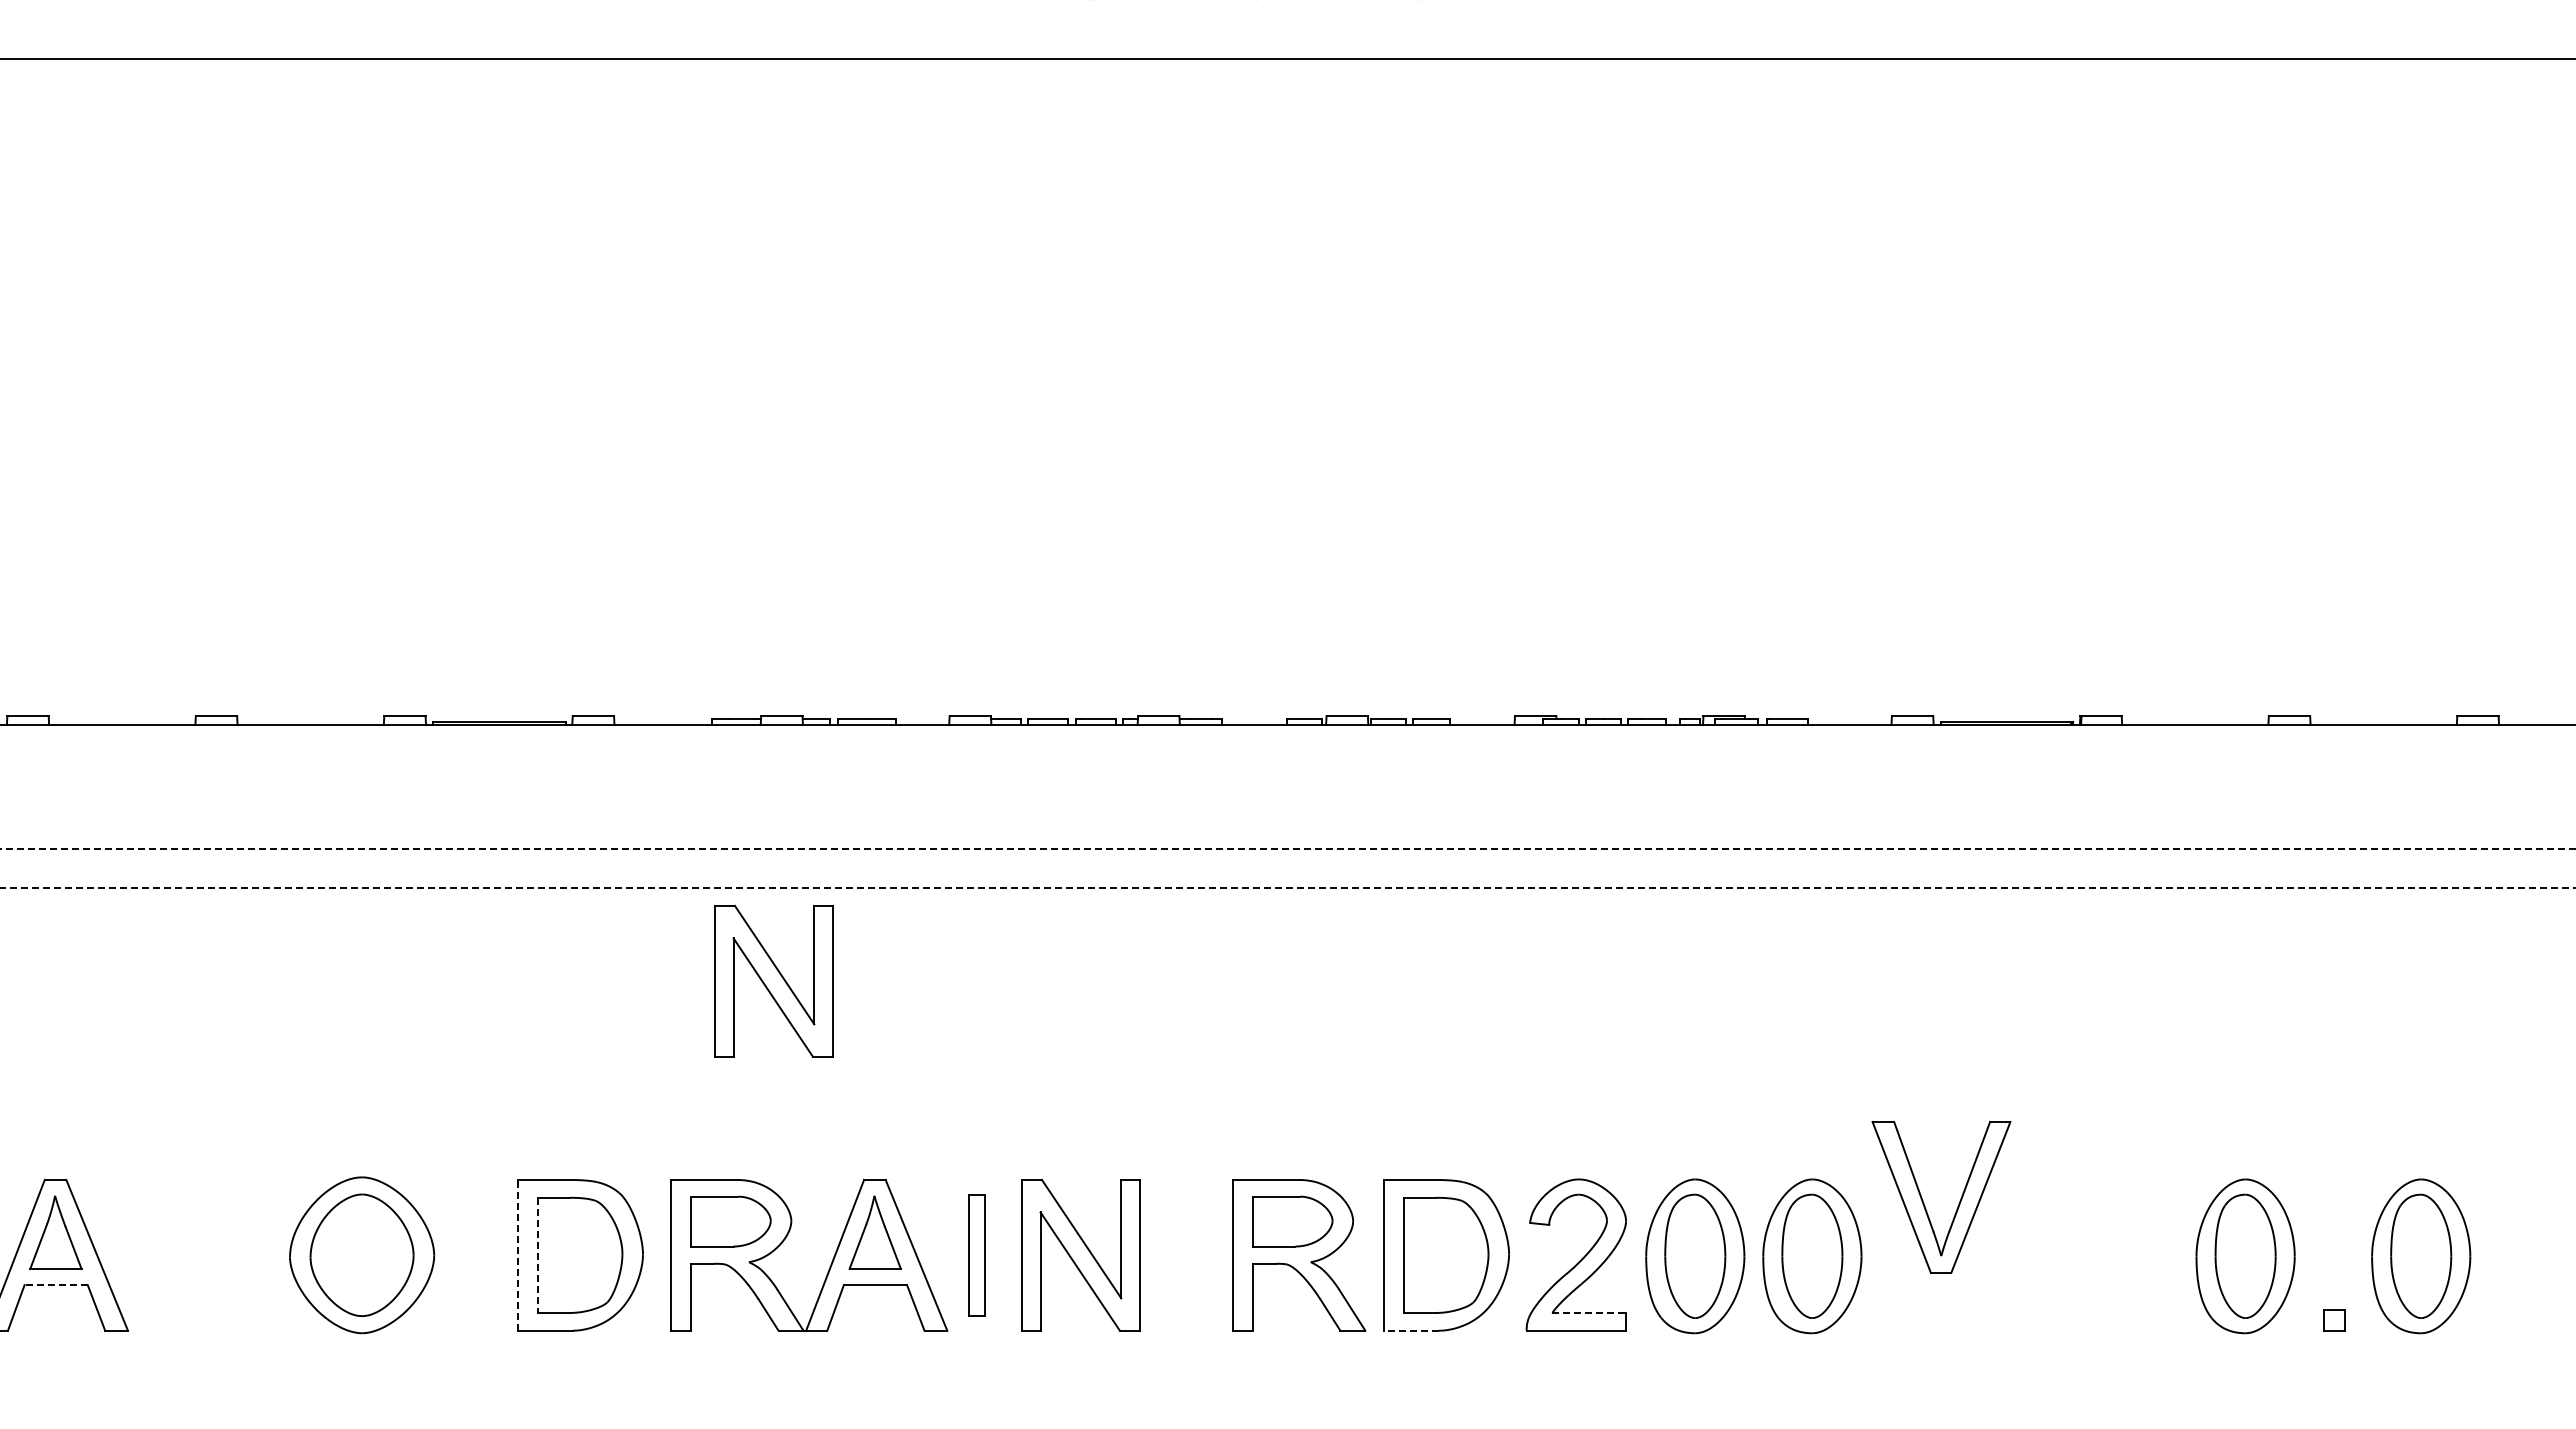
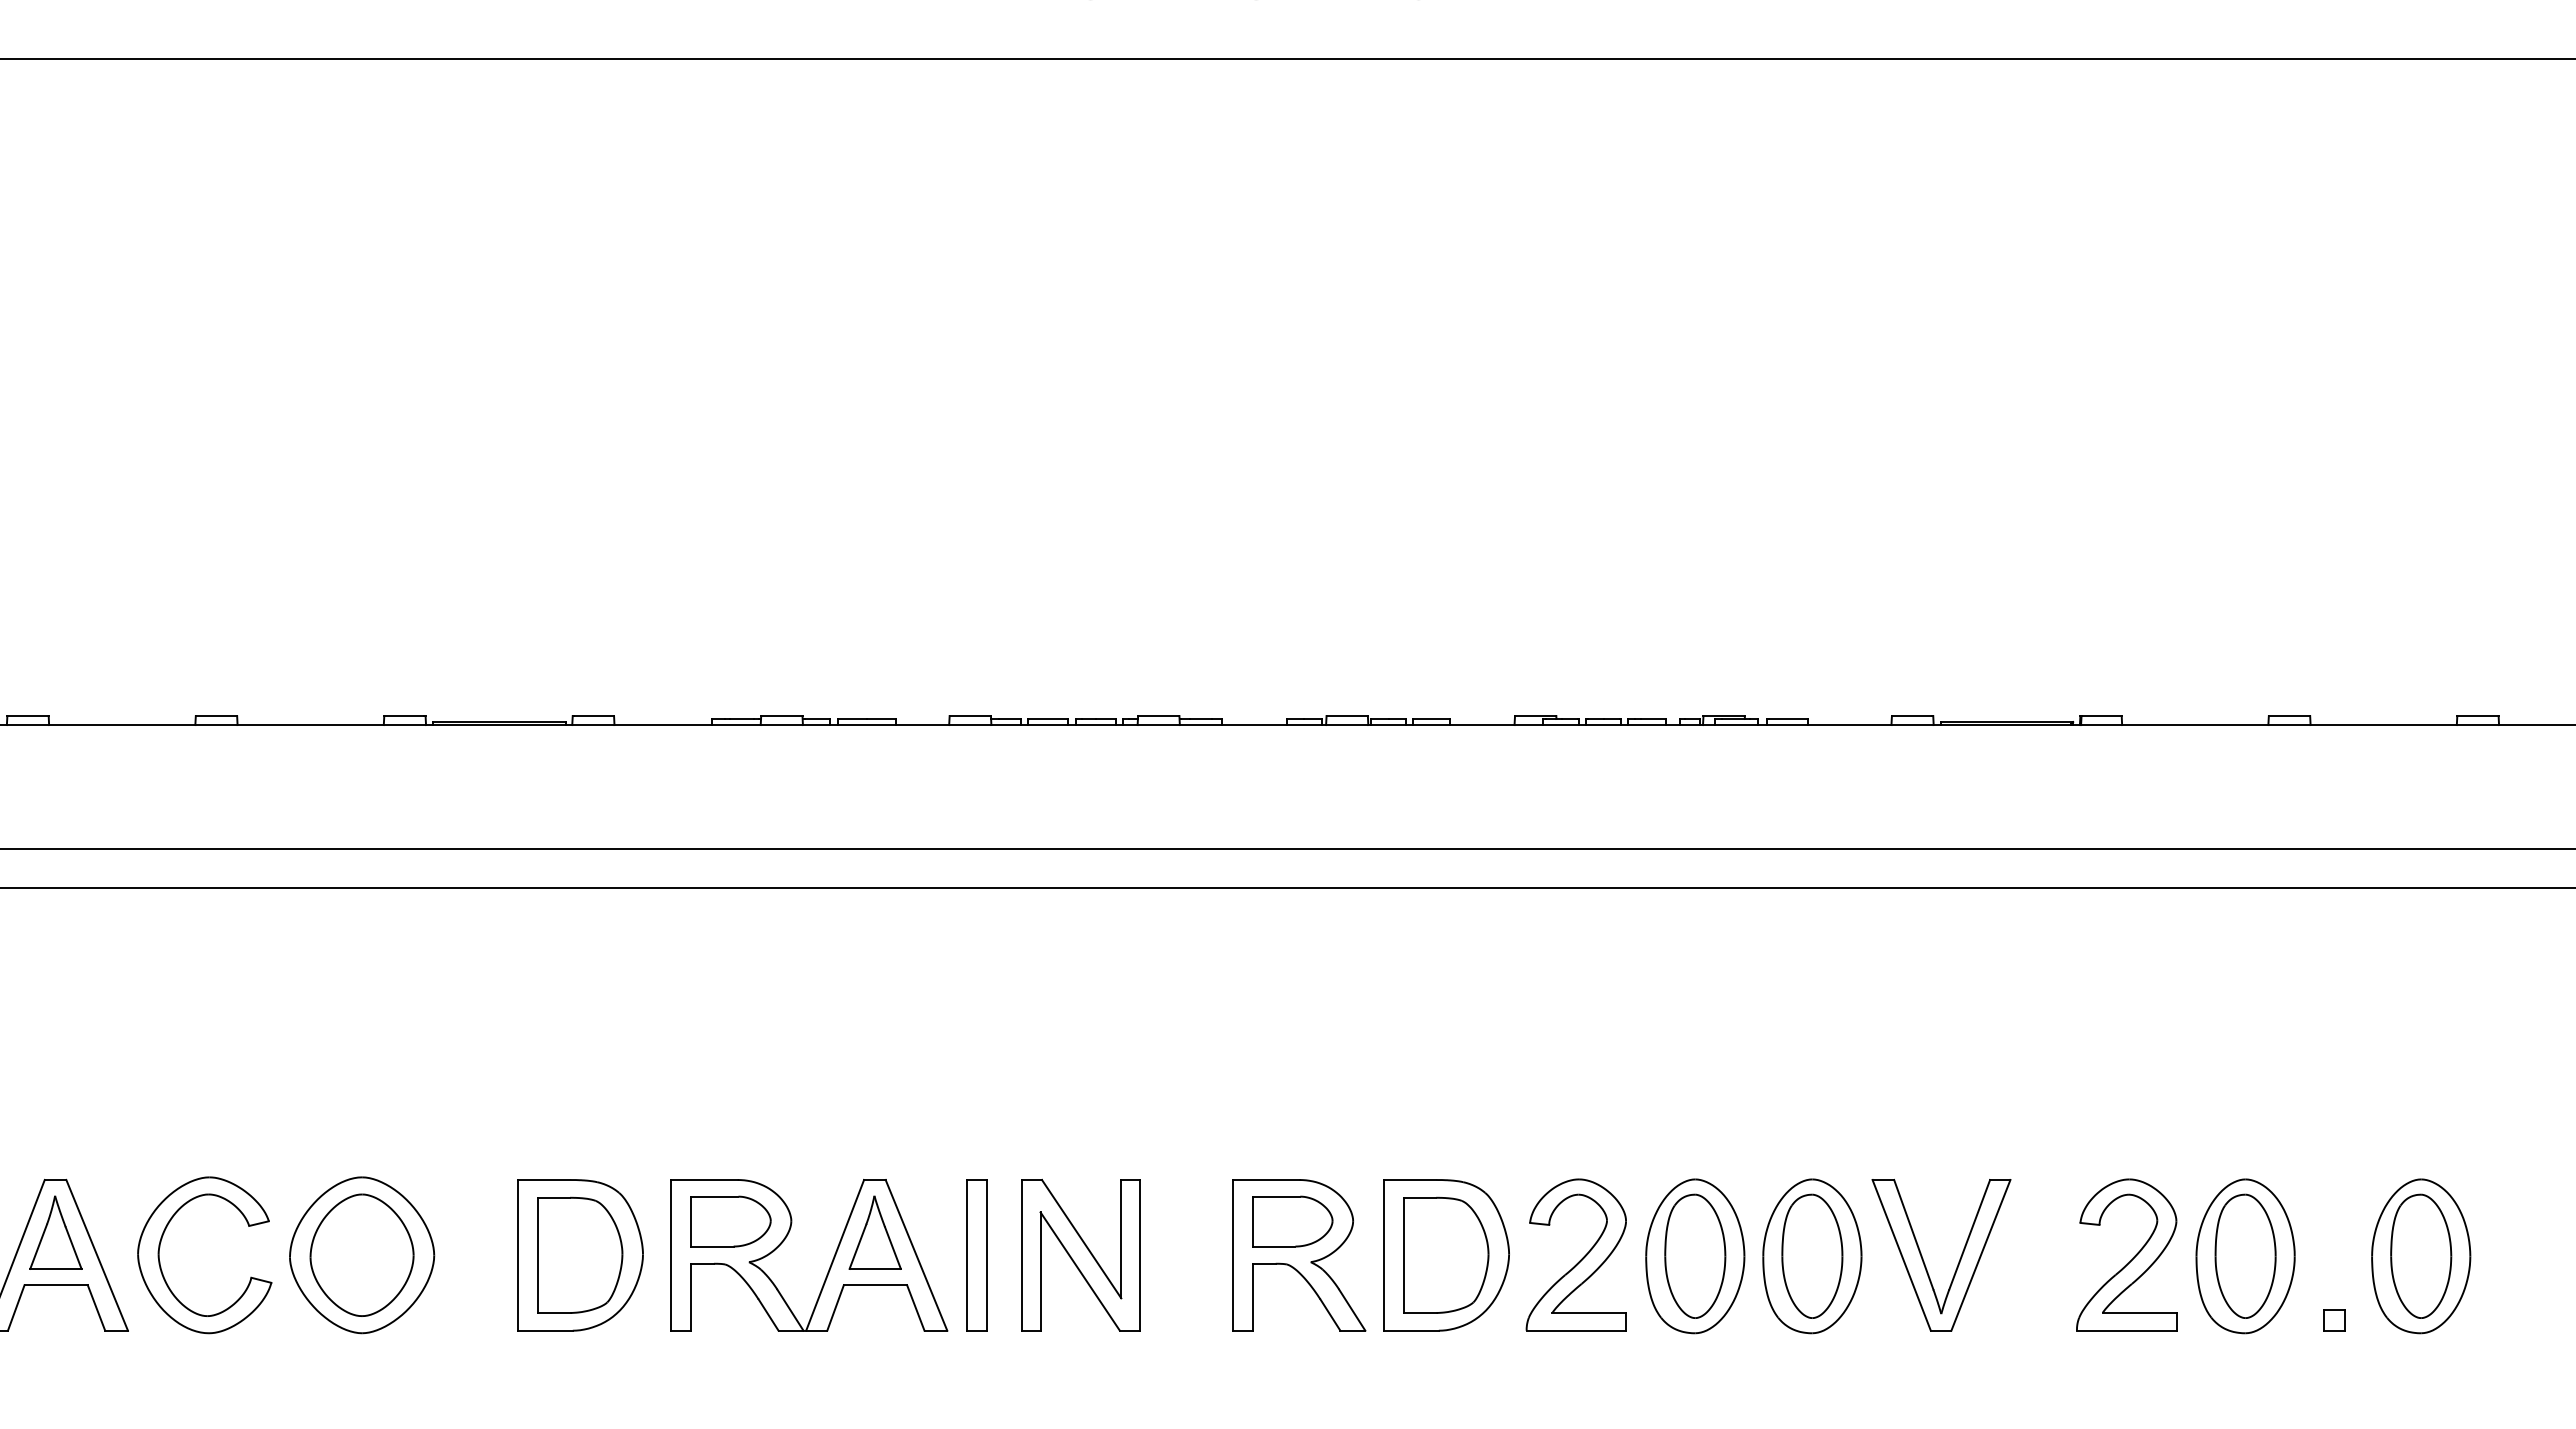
line at (1288, 848): dashed -> solid
line at (1287, 887): dashed -> solid
part at (773, 981): present -> none
part at (1924, 1203) position: (1924, 1203) -> (1924, 1261)
line at (518, 1254): dashed -> solid
line at (538, 1255): dashed -> solid
part at (976, 1255) size: 18x123 px -> 22x153 px
part at (2131, 1259): none -> present
part at (161, 1266): none -> present
line at (56, 1285): dashed -> solid
line at (1589, 1312): dashed -> solid
line at (1411, 1330): dashed -> solid
